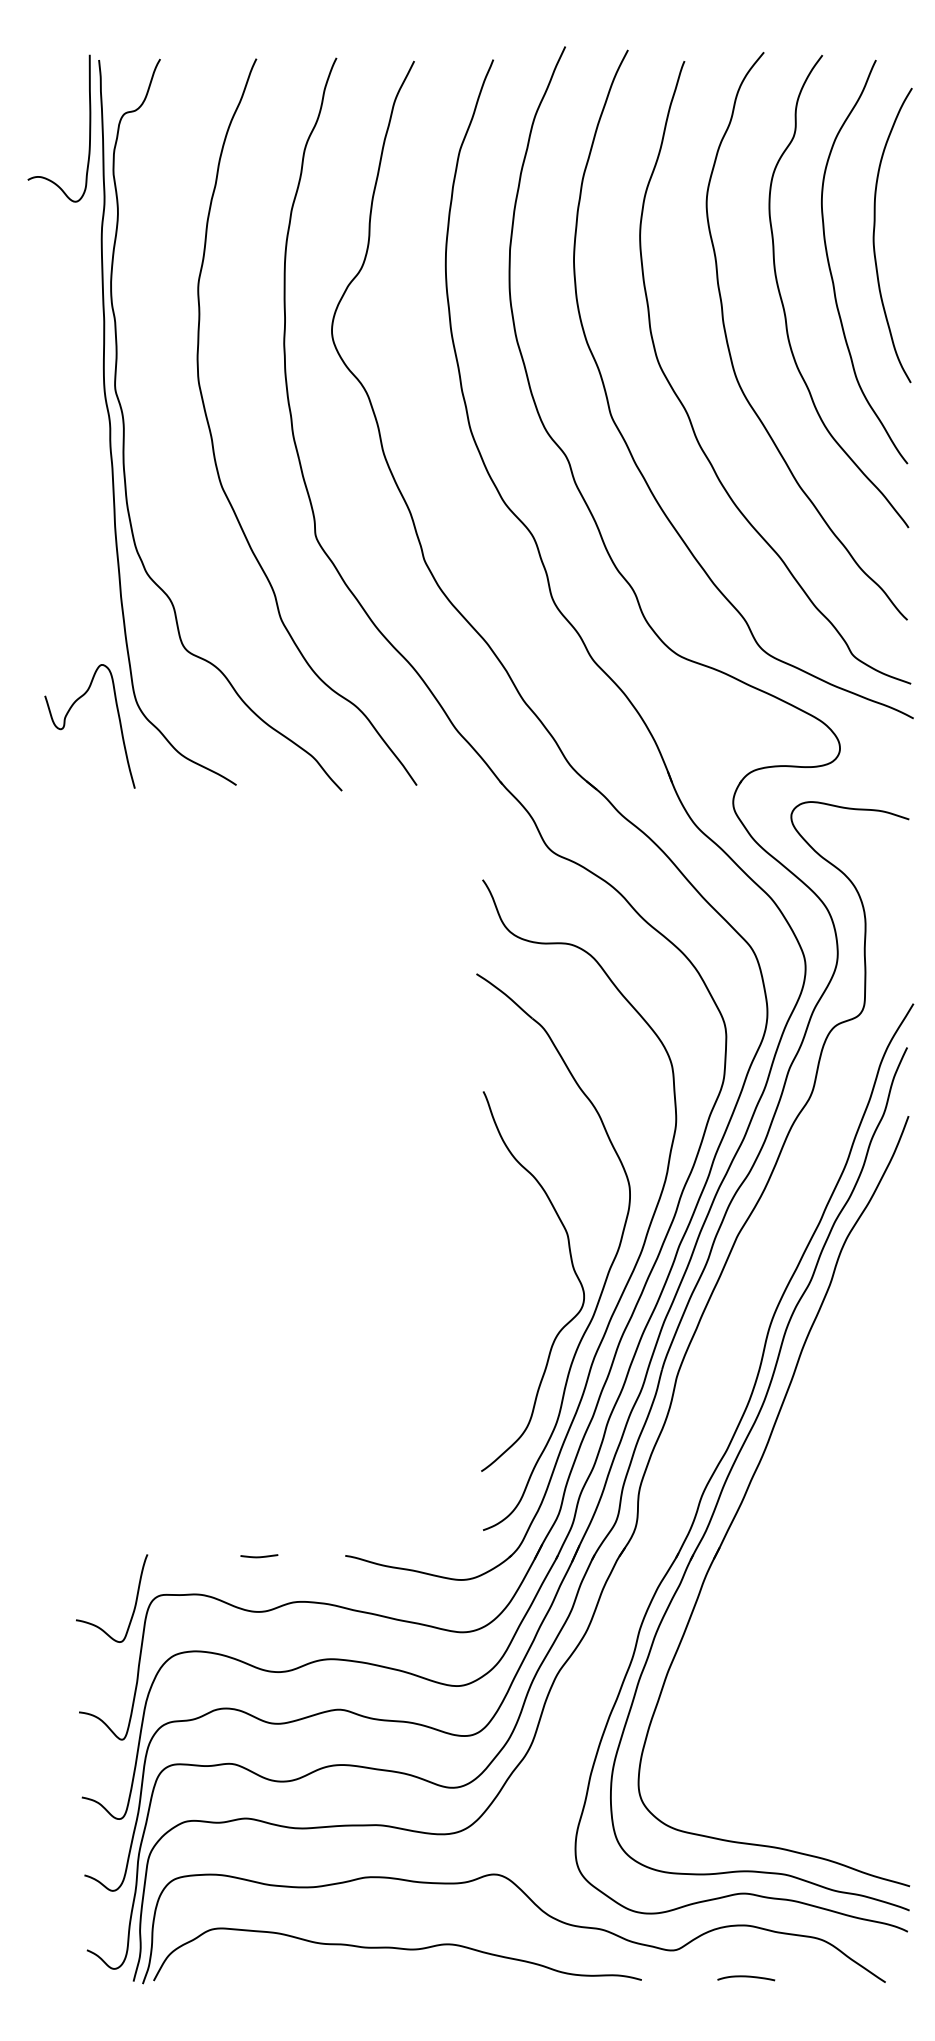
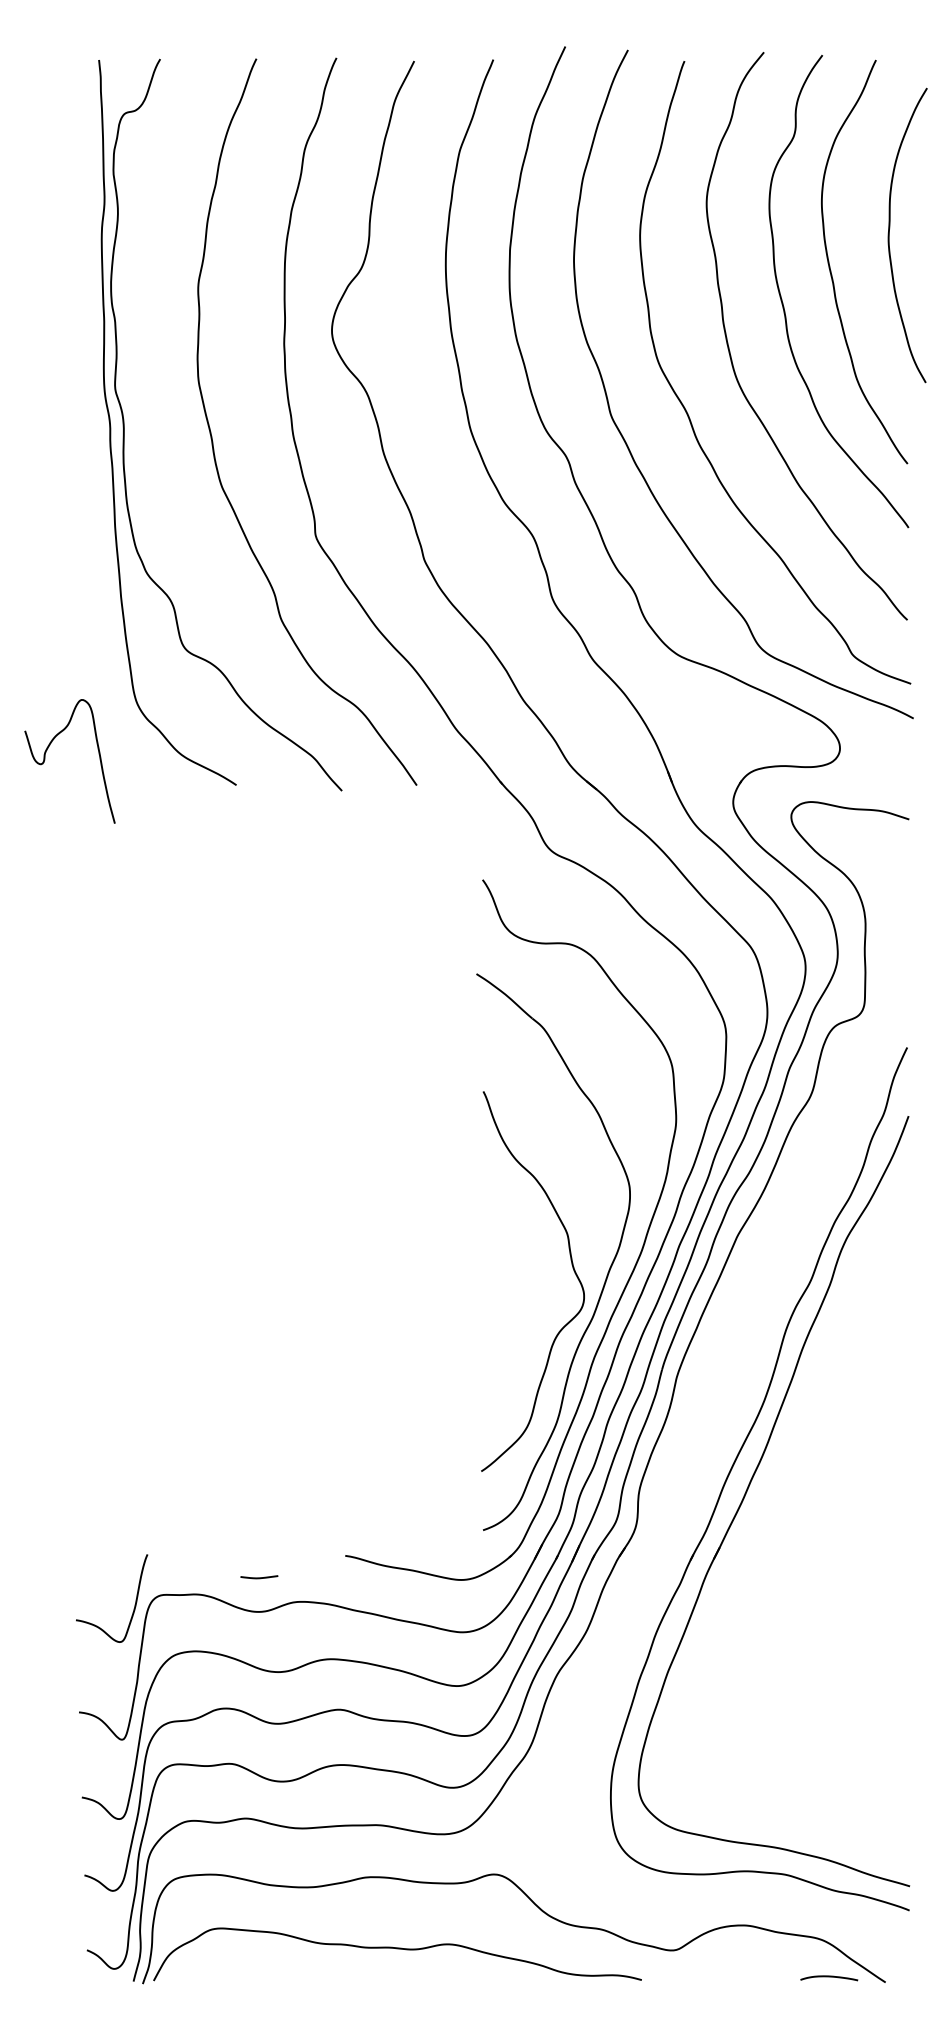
curve at (89, 128): present -> none
curve at (874, 235) position: (874, 235) -> (889, 235)
curve at (65, 725) position: (65, 725) -> (45, 760)
part at (726, 1453): present -> none
curve at (259, 1556) position: (259, 1556) -> (259, 1577)
curve at (746, 1977) position: (746, 1977) -> (829, 1977)
